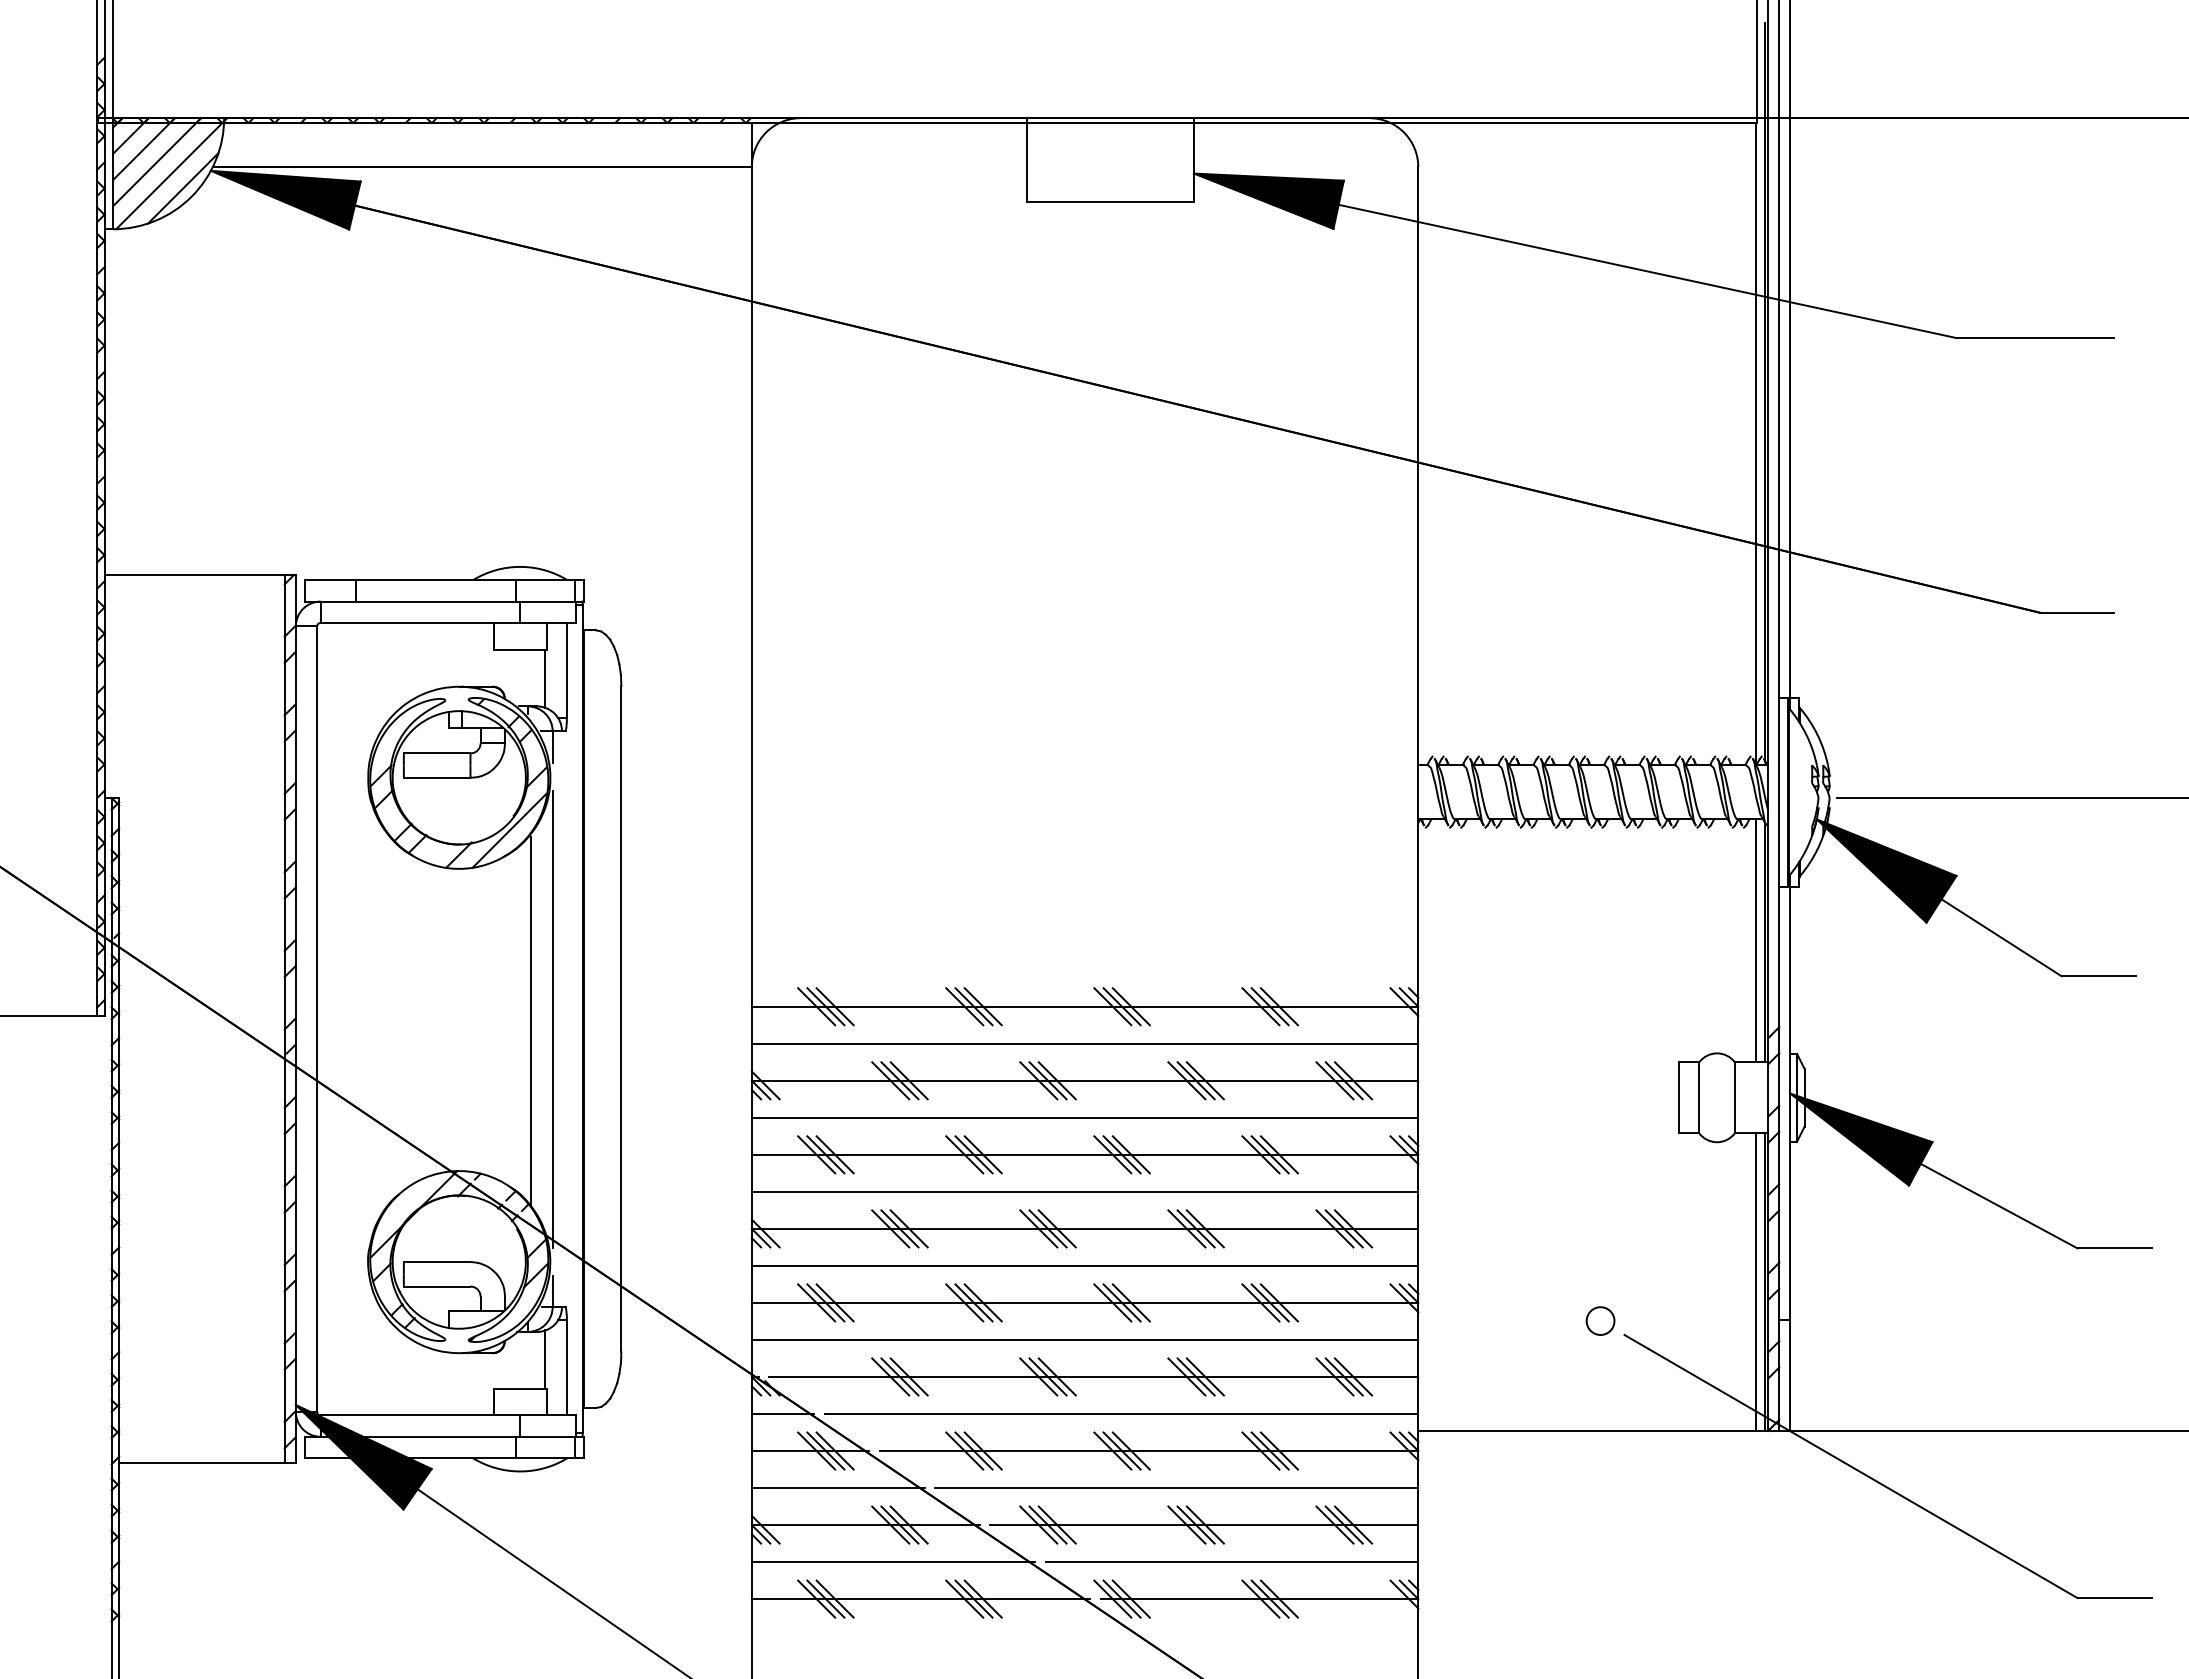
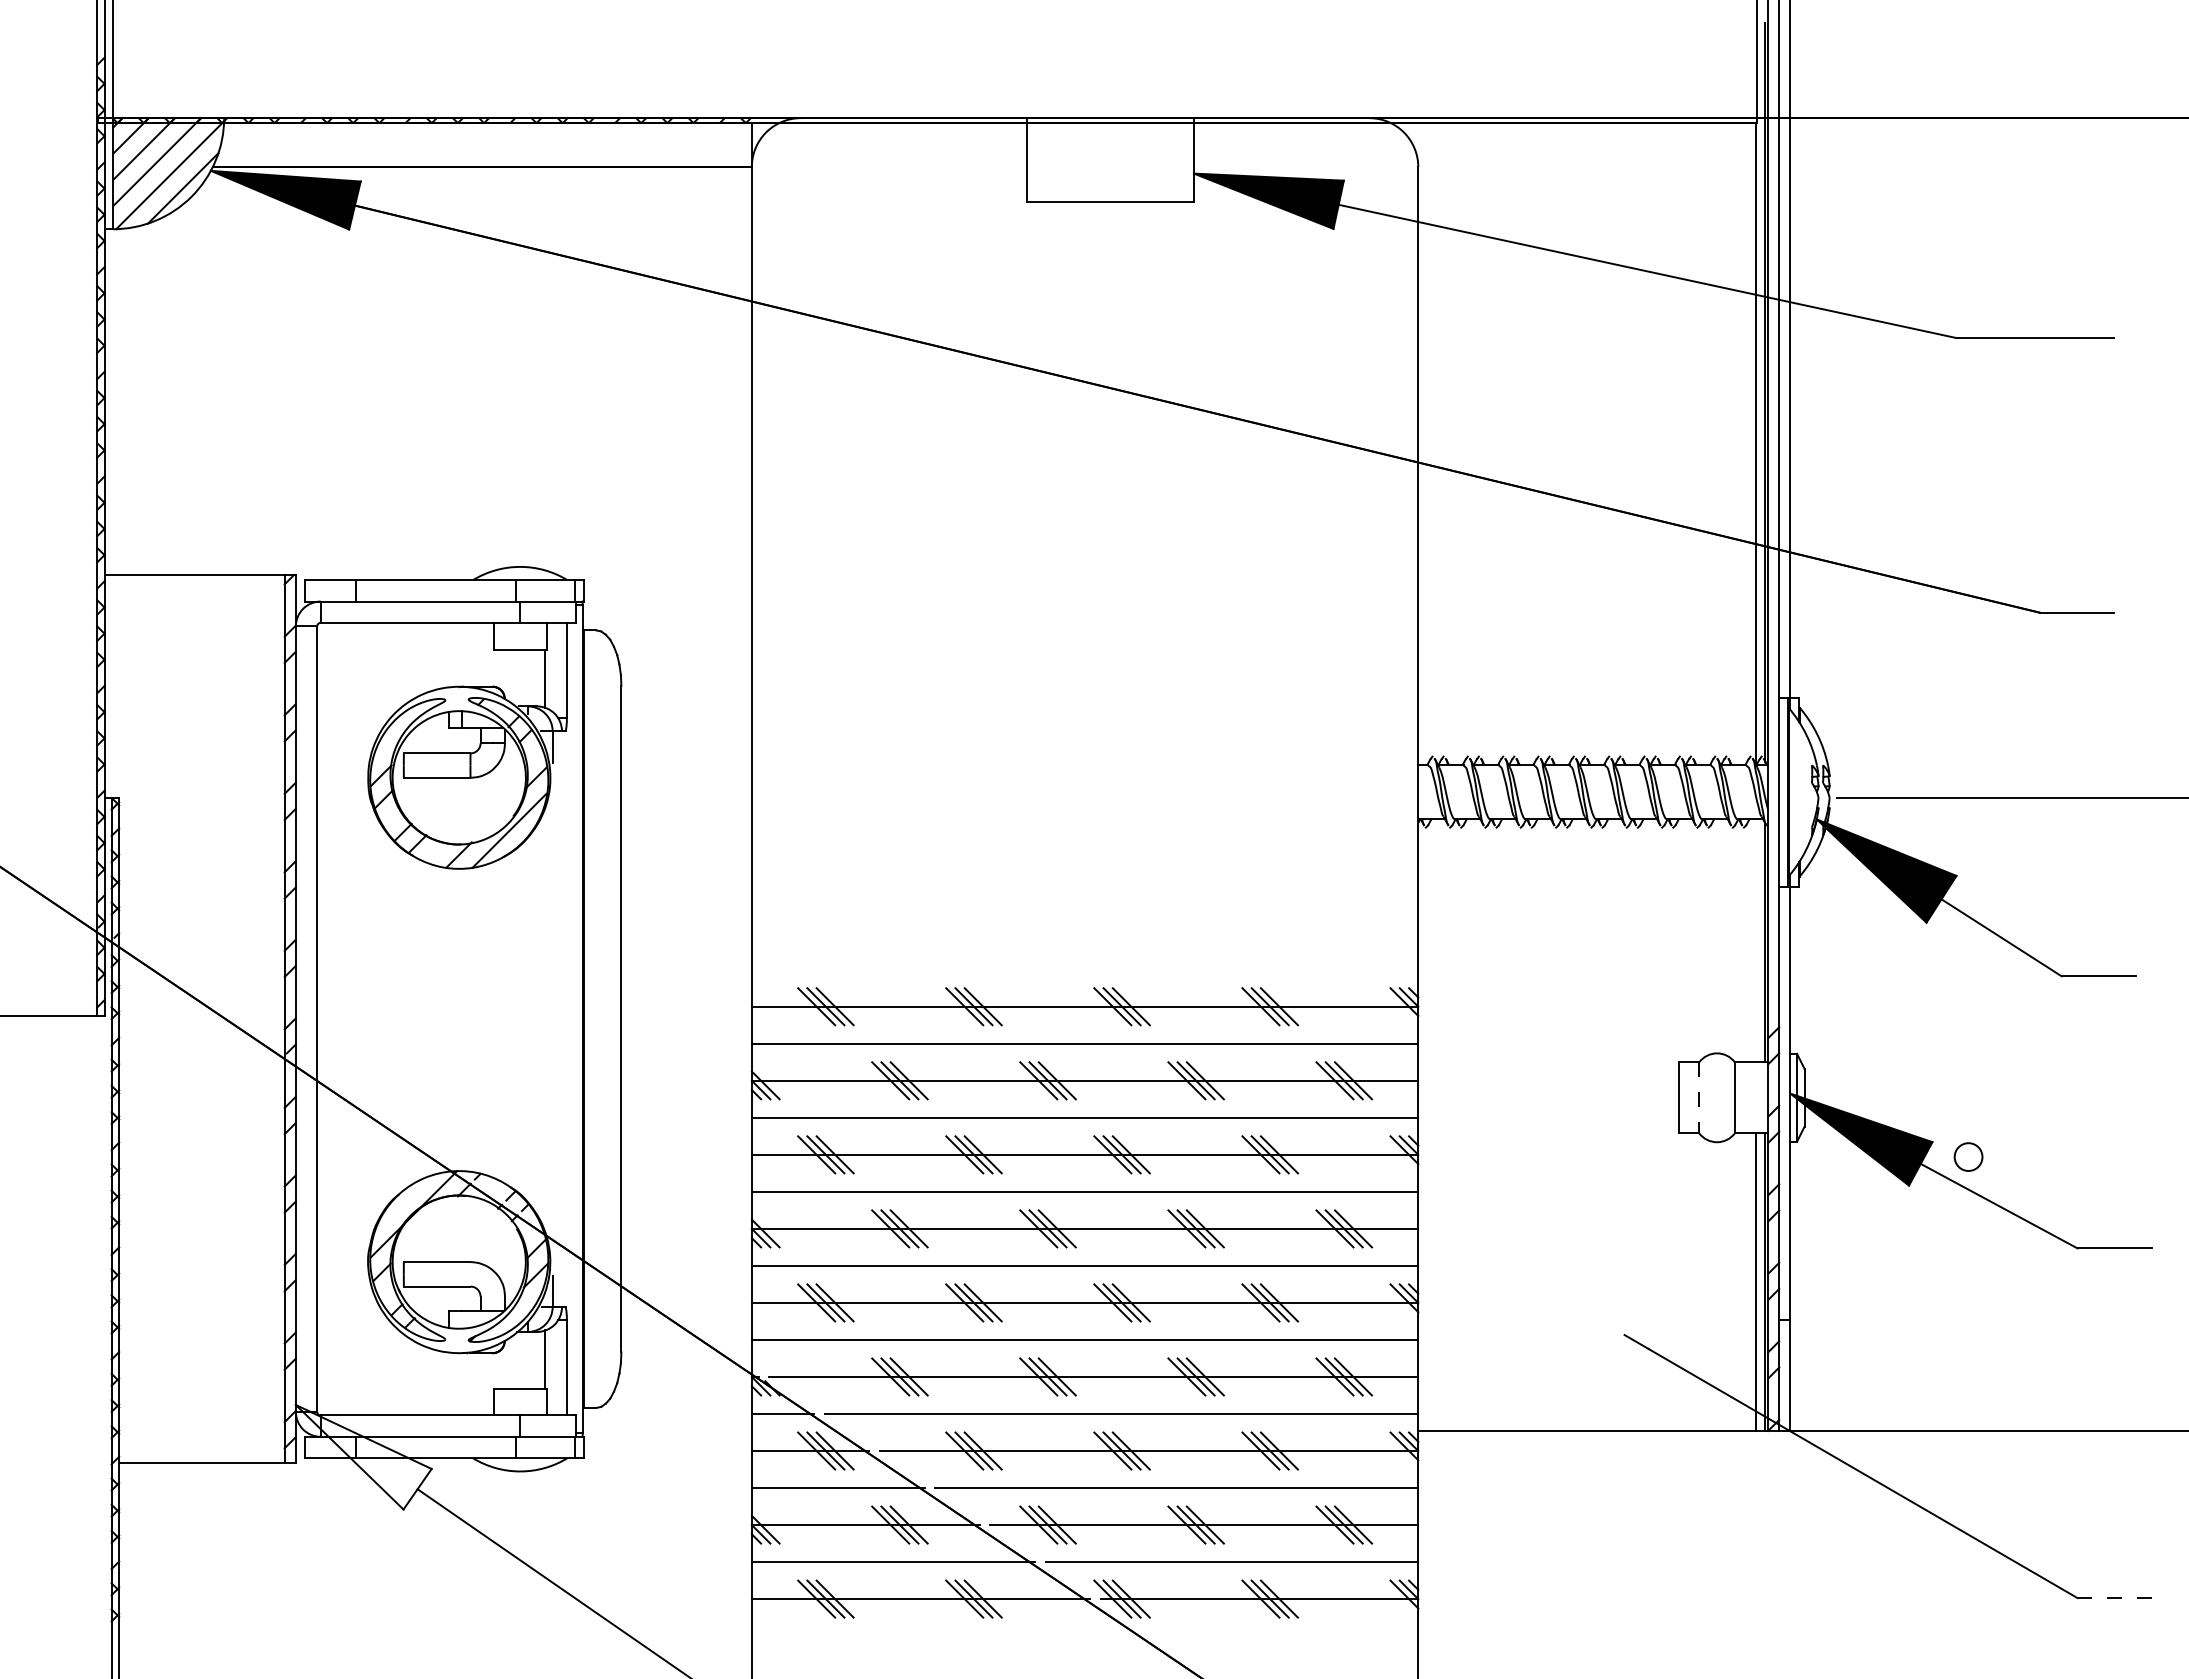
line at (1755, 940): present -> none
line at (552, 1018): present -> none
line at (531, 1021): present -> none
line at (1699, 1097): solid -> dashed
circle at (1600, 1320) position: (1600, 1320) -> (1968, 1156)
fill at (363, 1456): present -> none
line at (2115, 1598): solid -> dashed
